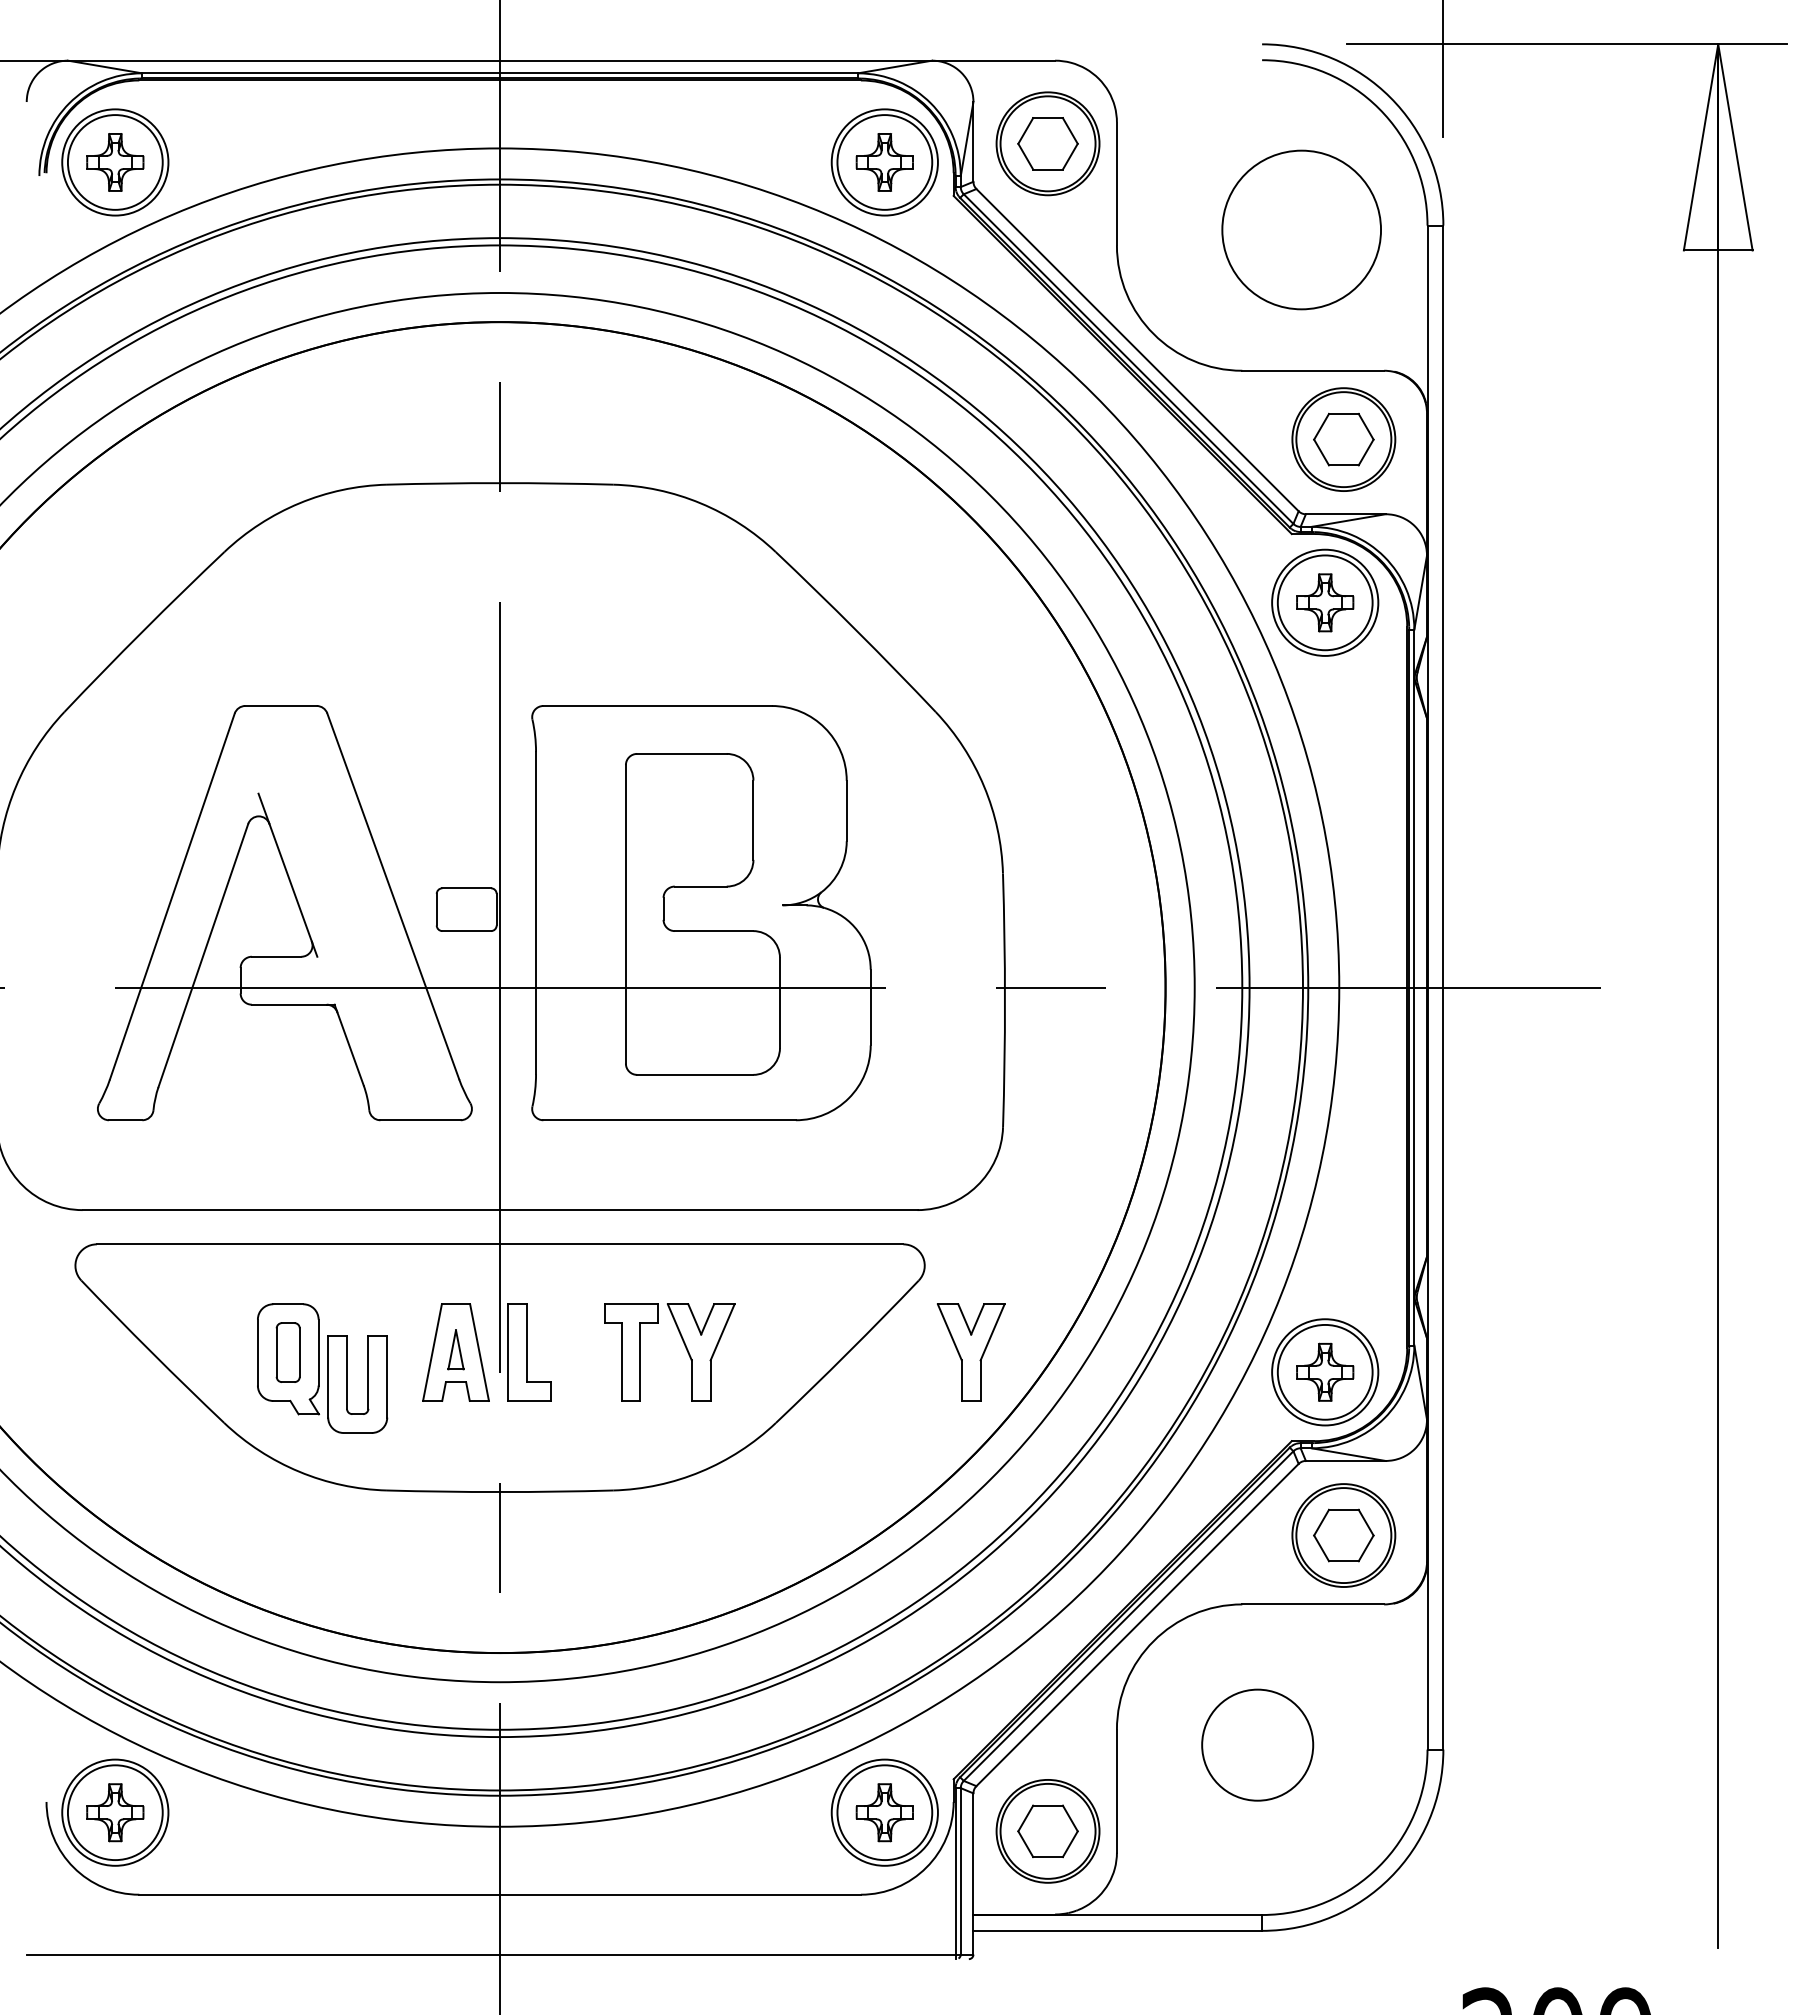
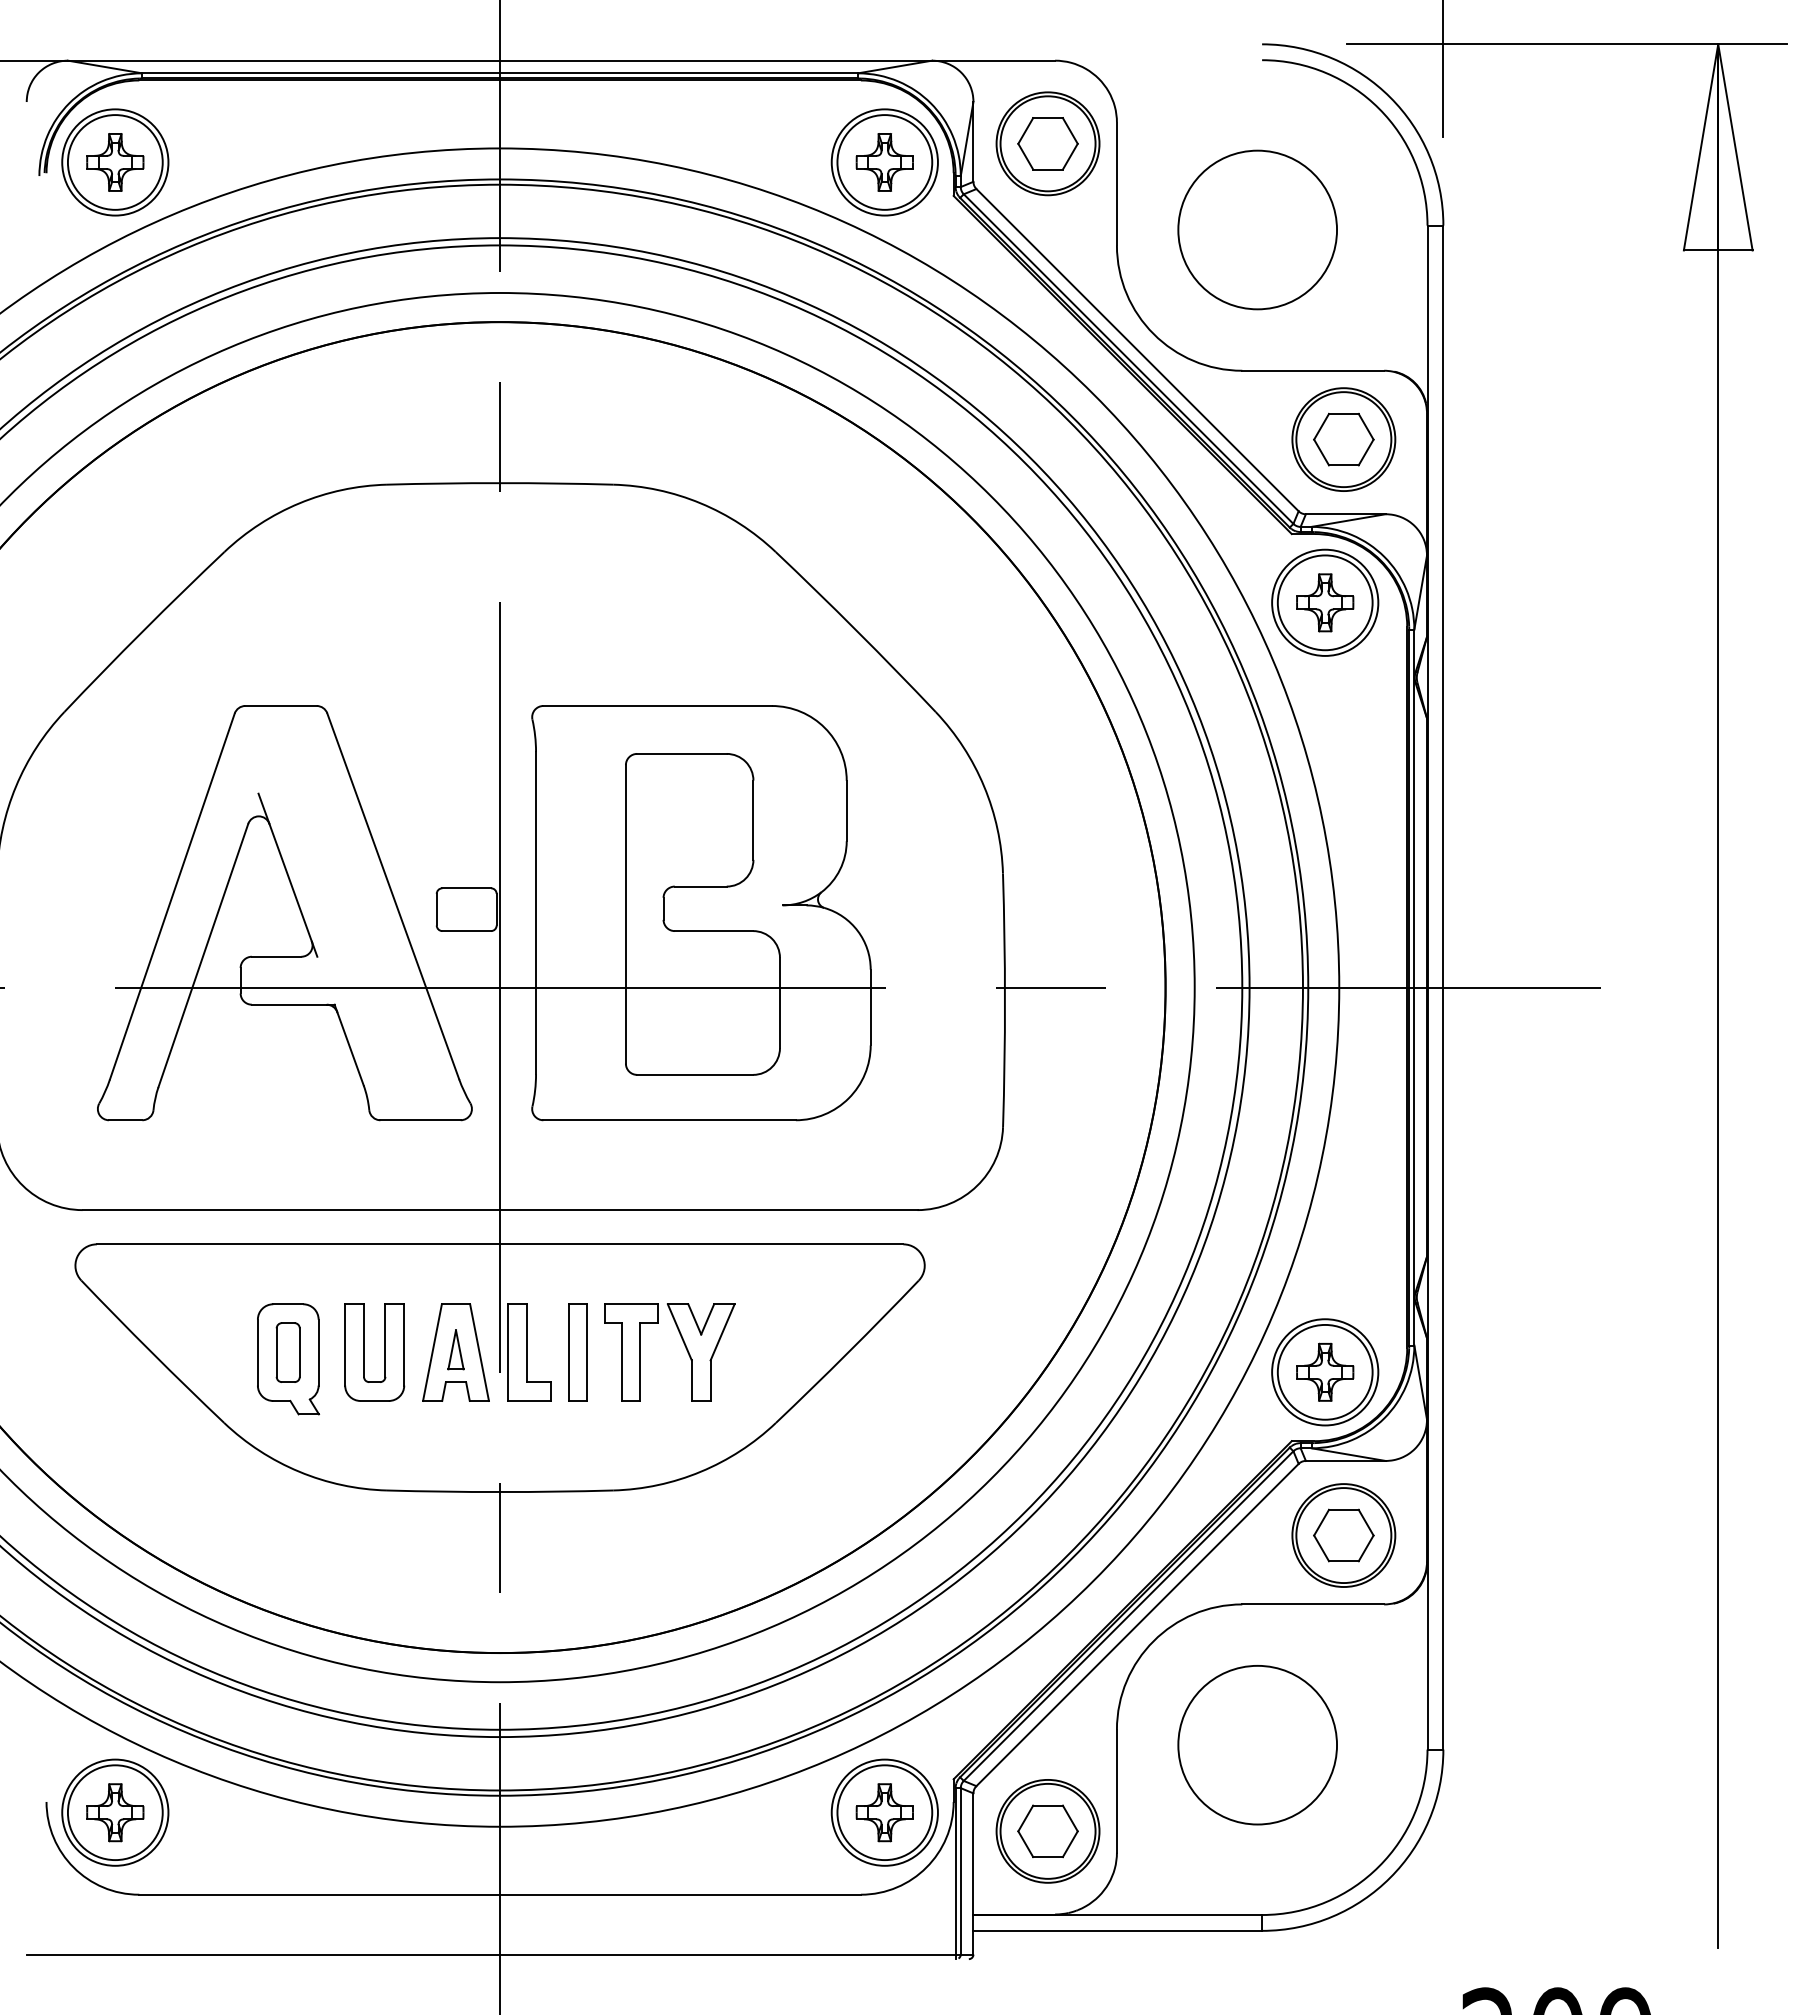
circle at (1301, 229) position: (1301, 229) -> (1257, 229)
part at (577, 1352): none -> present
part at (971, 1352): present -> none
part at (347, 1384) position: (347, 1384) -> (364, 1352)
circle at (1257, 1744) diameter: 111 px -> 159 px
